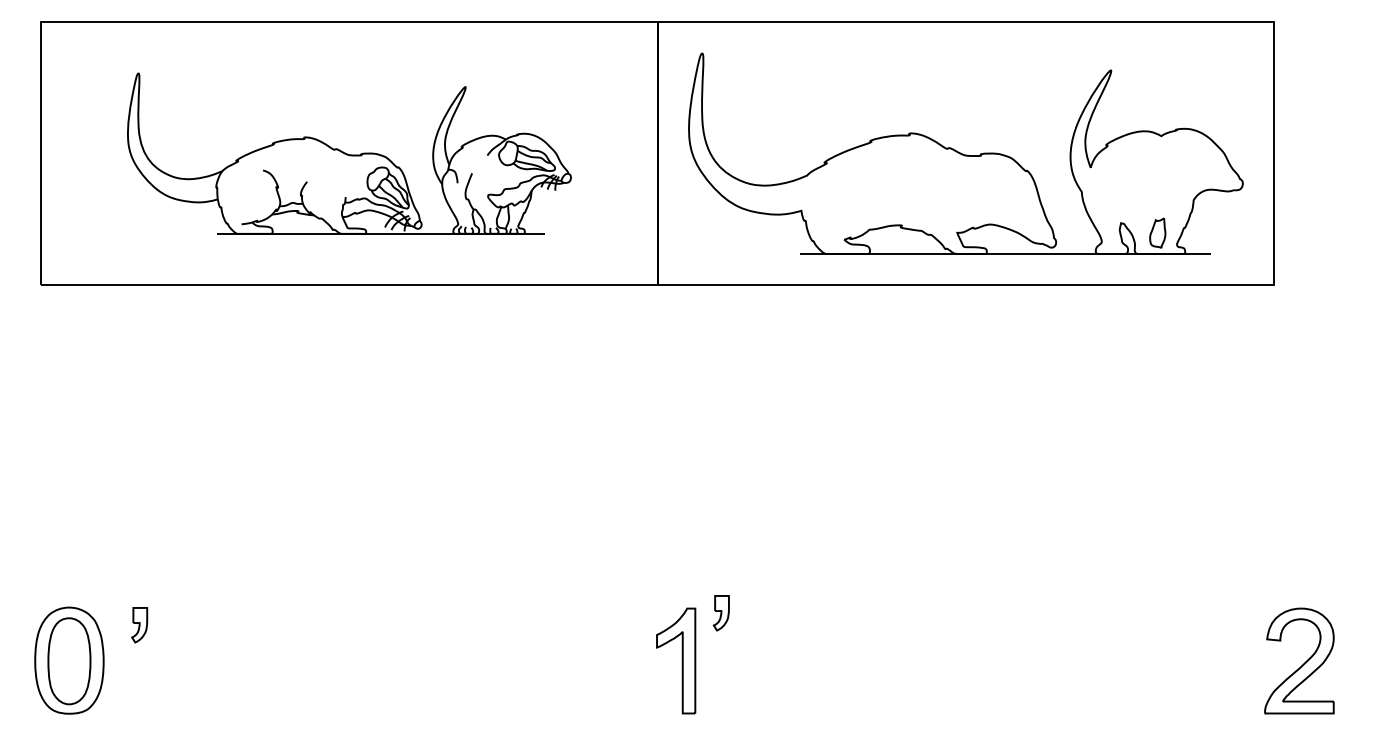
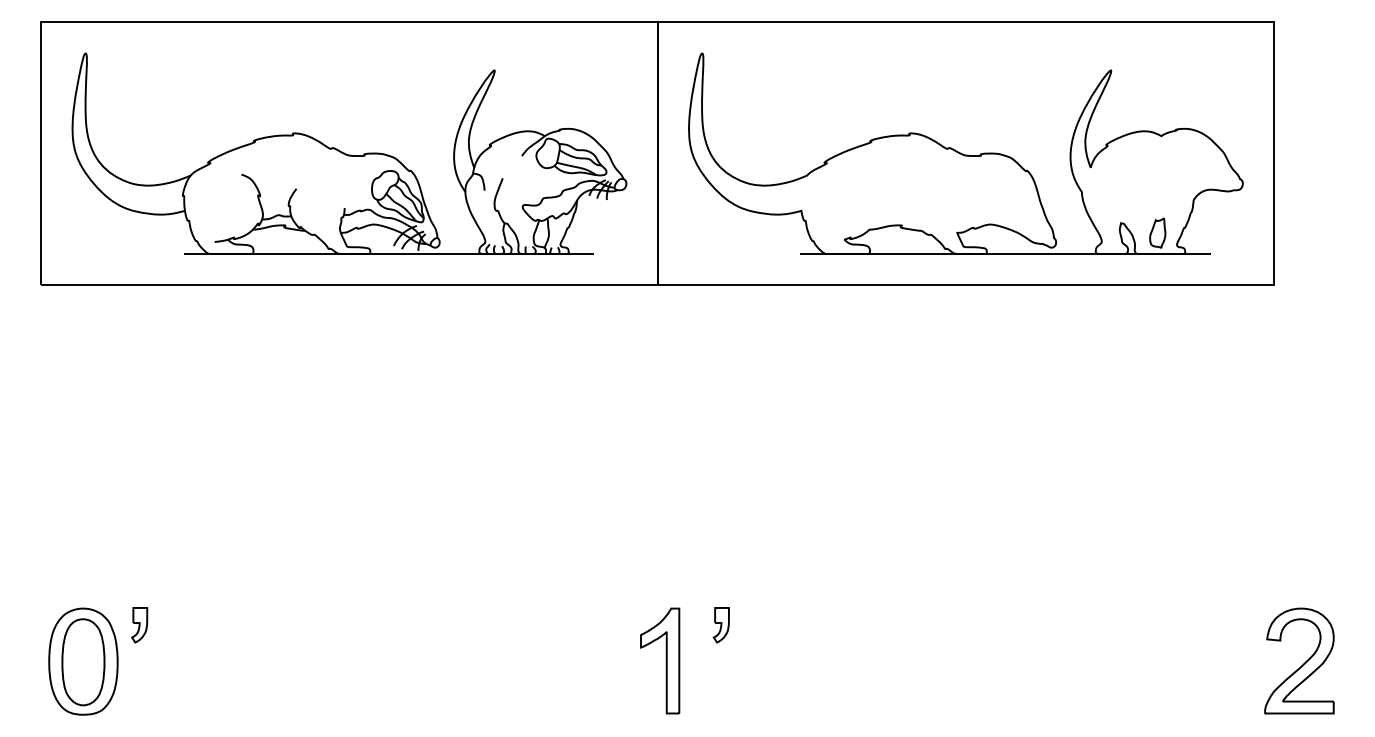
part at (349, 153) size: 445x163 px -> 557x203 px
part at (720, 613) position: (720, 613) -> (720, 625)
part at (69, 660) position: (69, 660) -> (83, 661)
part at (676, 660) position: (676, 660) -> (660, 660)
